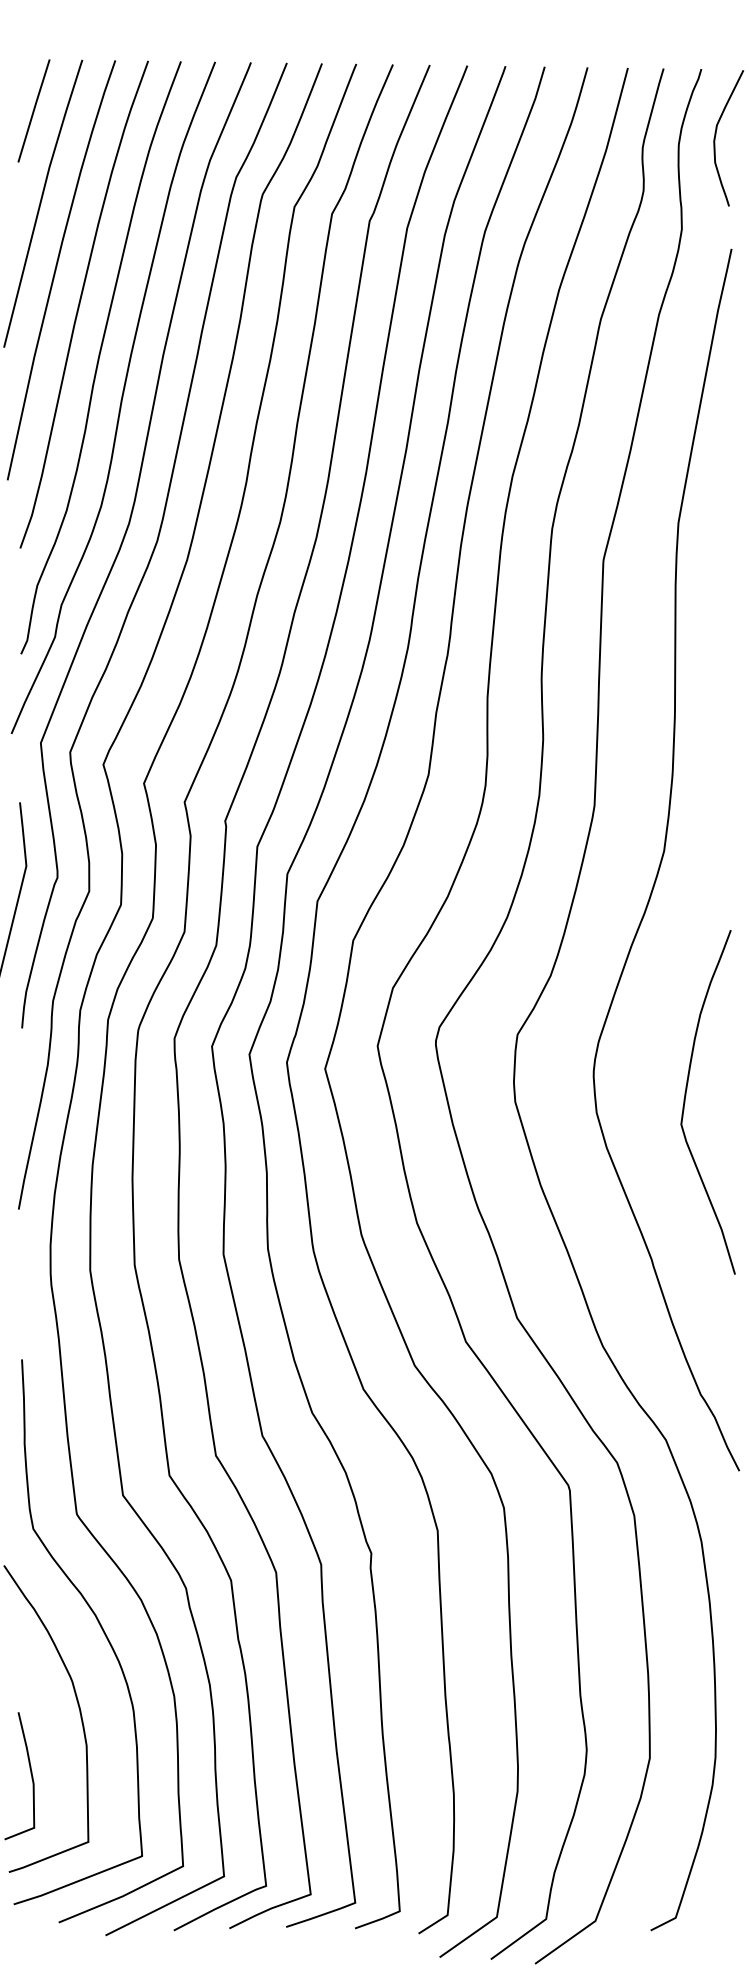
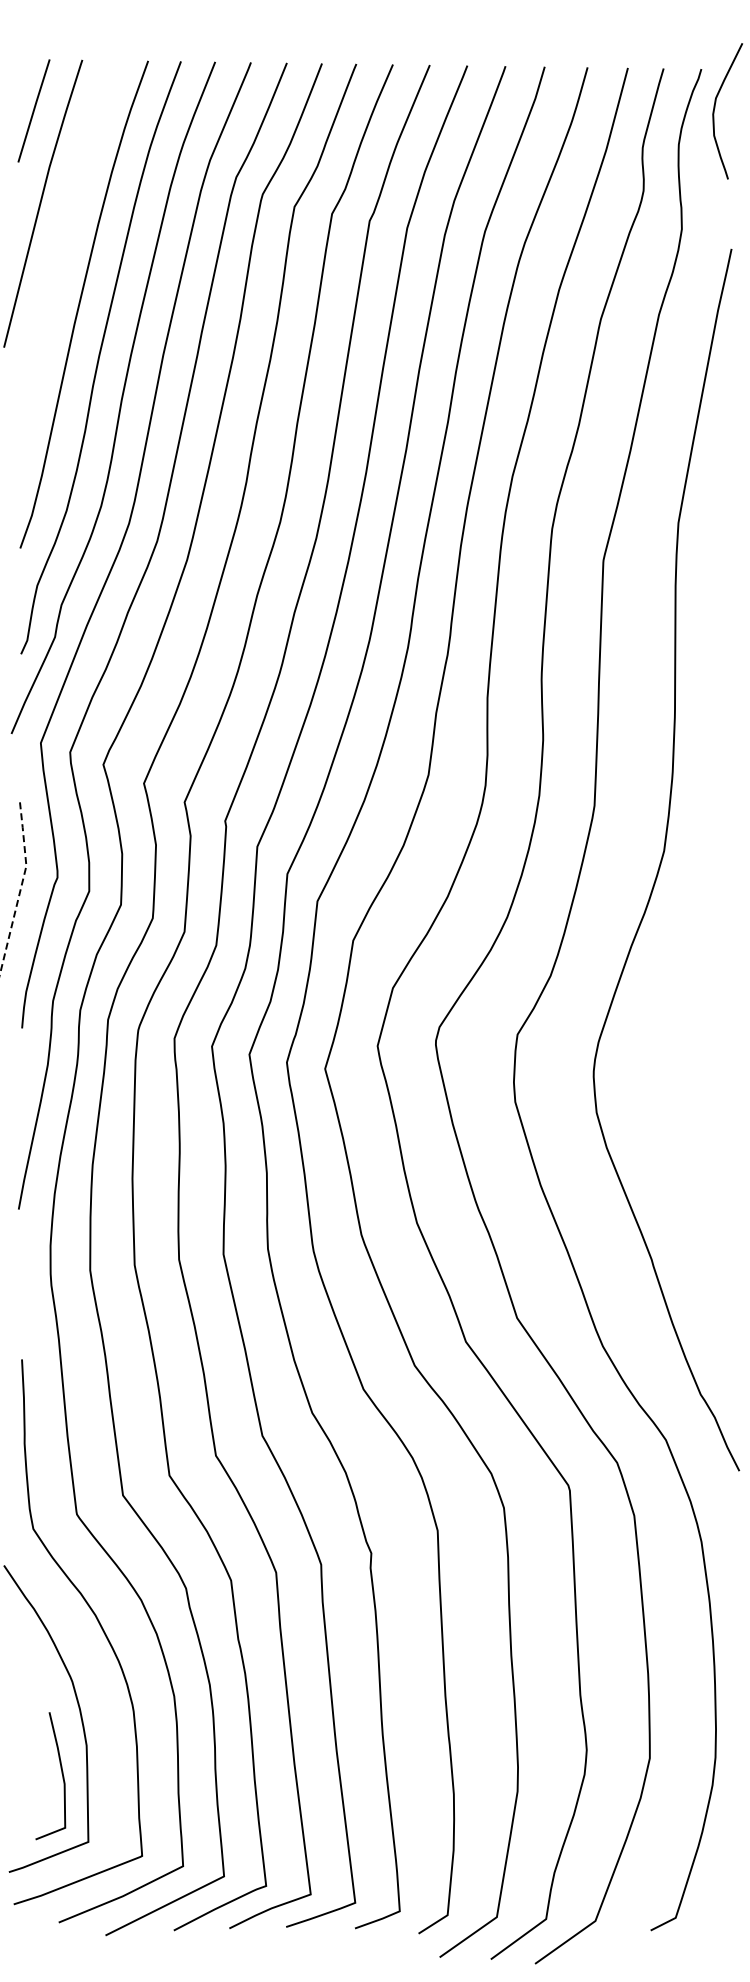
curve at (716, 135) position: (716, 135) -> (715, 108)
curve at (56, 270): present -> none
line at (21, 887): solid -> dashed
curve at (685, 1102): present -> none
line at (30, 1773) position: (30, 1773) -> (61, 1773)
